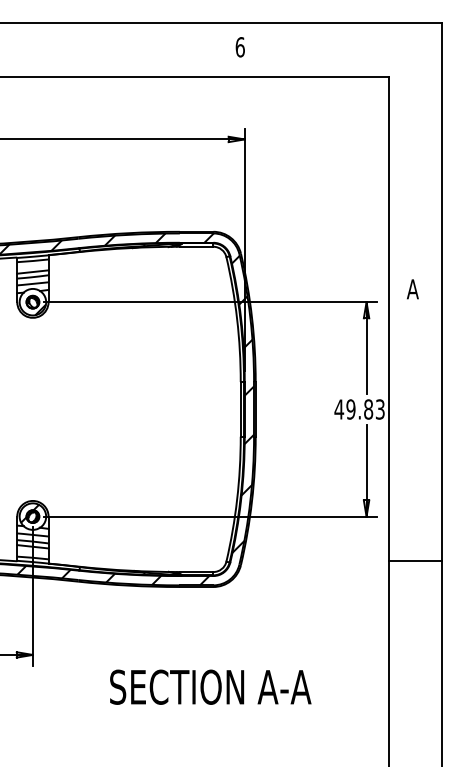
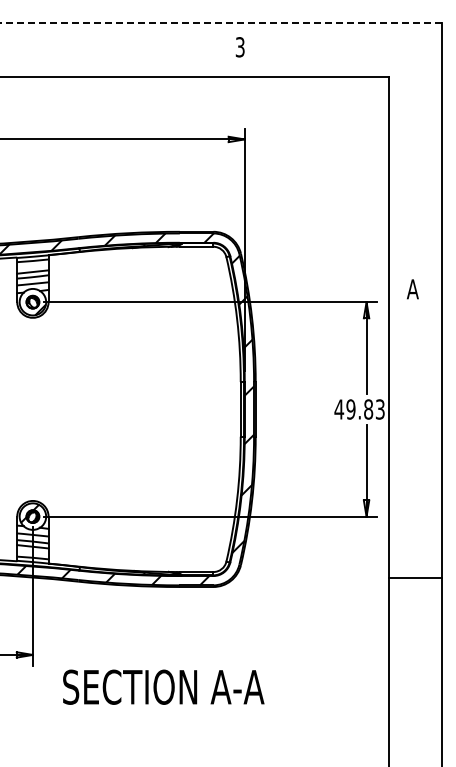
line at (221, 23): solid -> dashed
text at (239, 47): 6 -> 3
line at (415, 560) position: (415, 560) -> (415, 577)
text at (210, 686) position: (210, 686) -> (163, 686)
